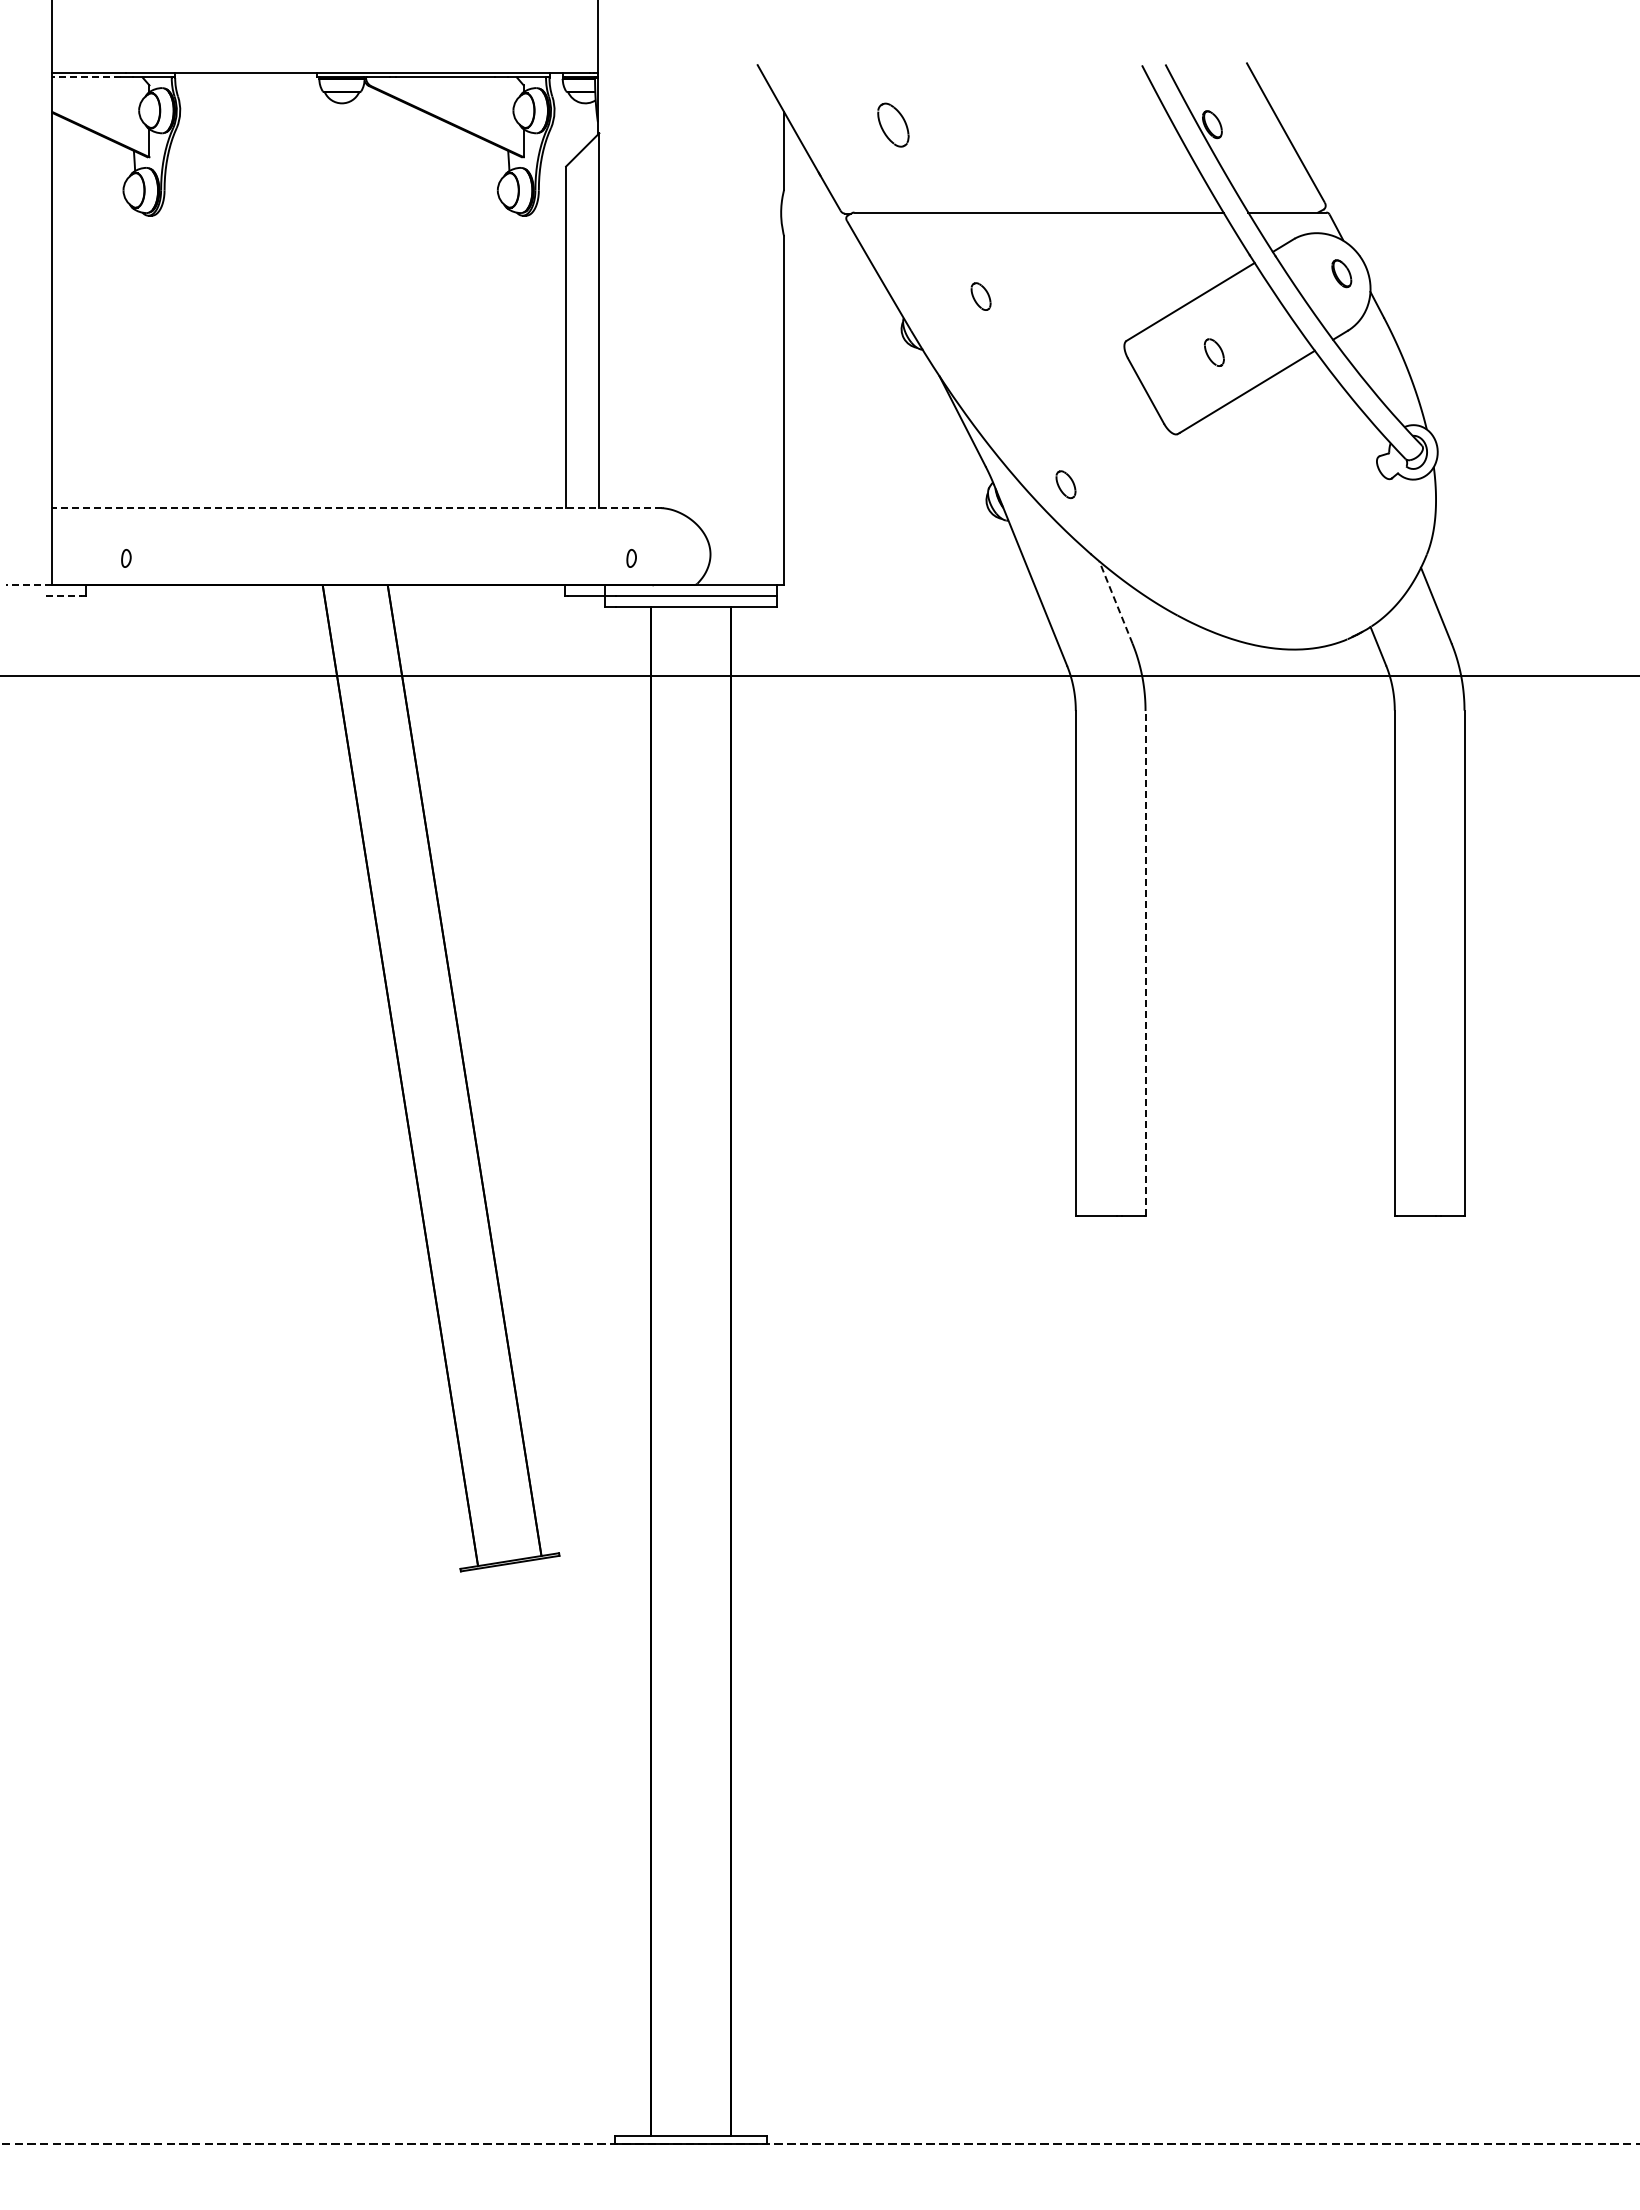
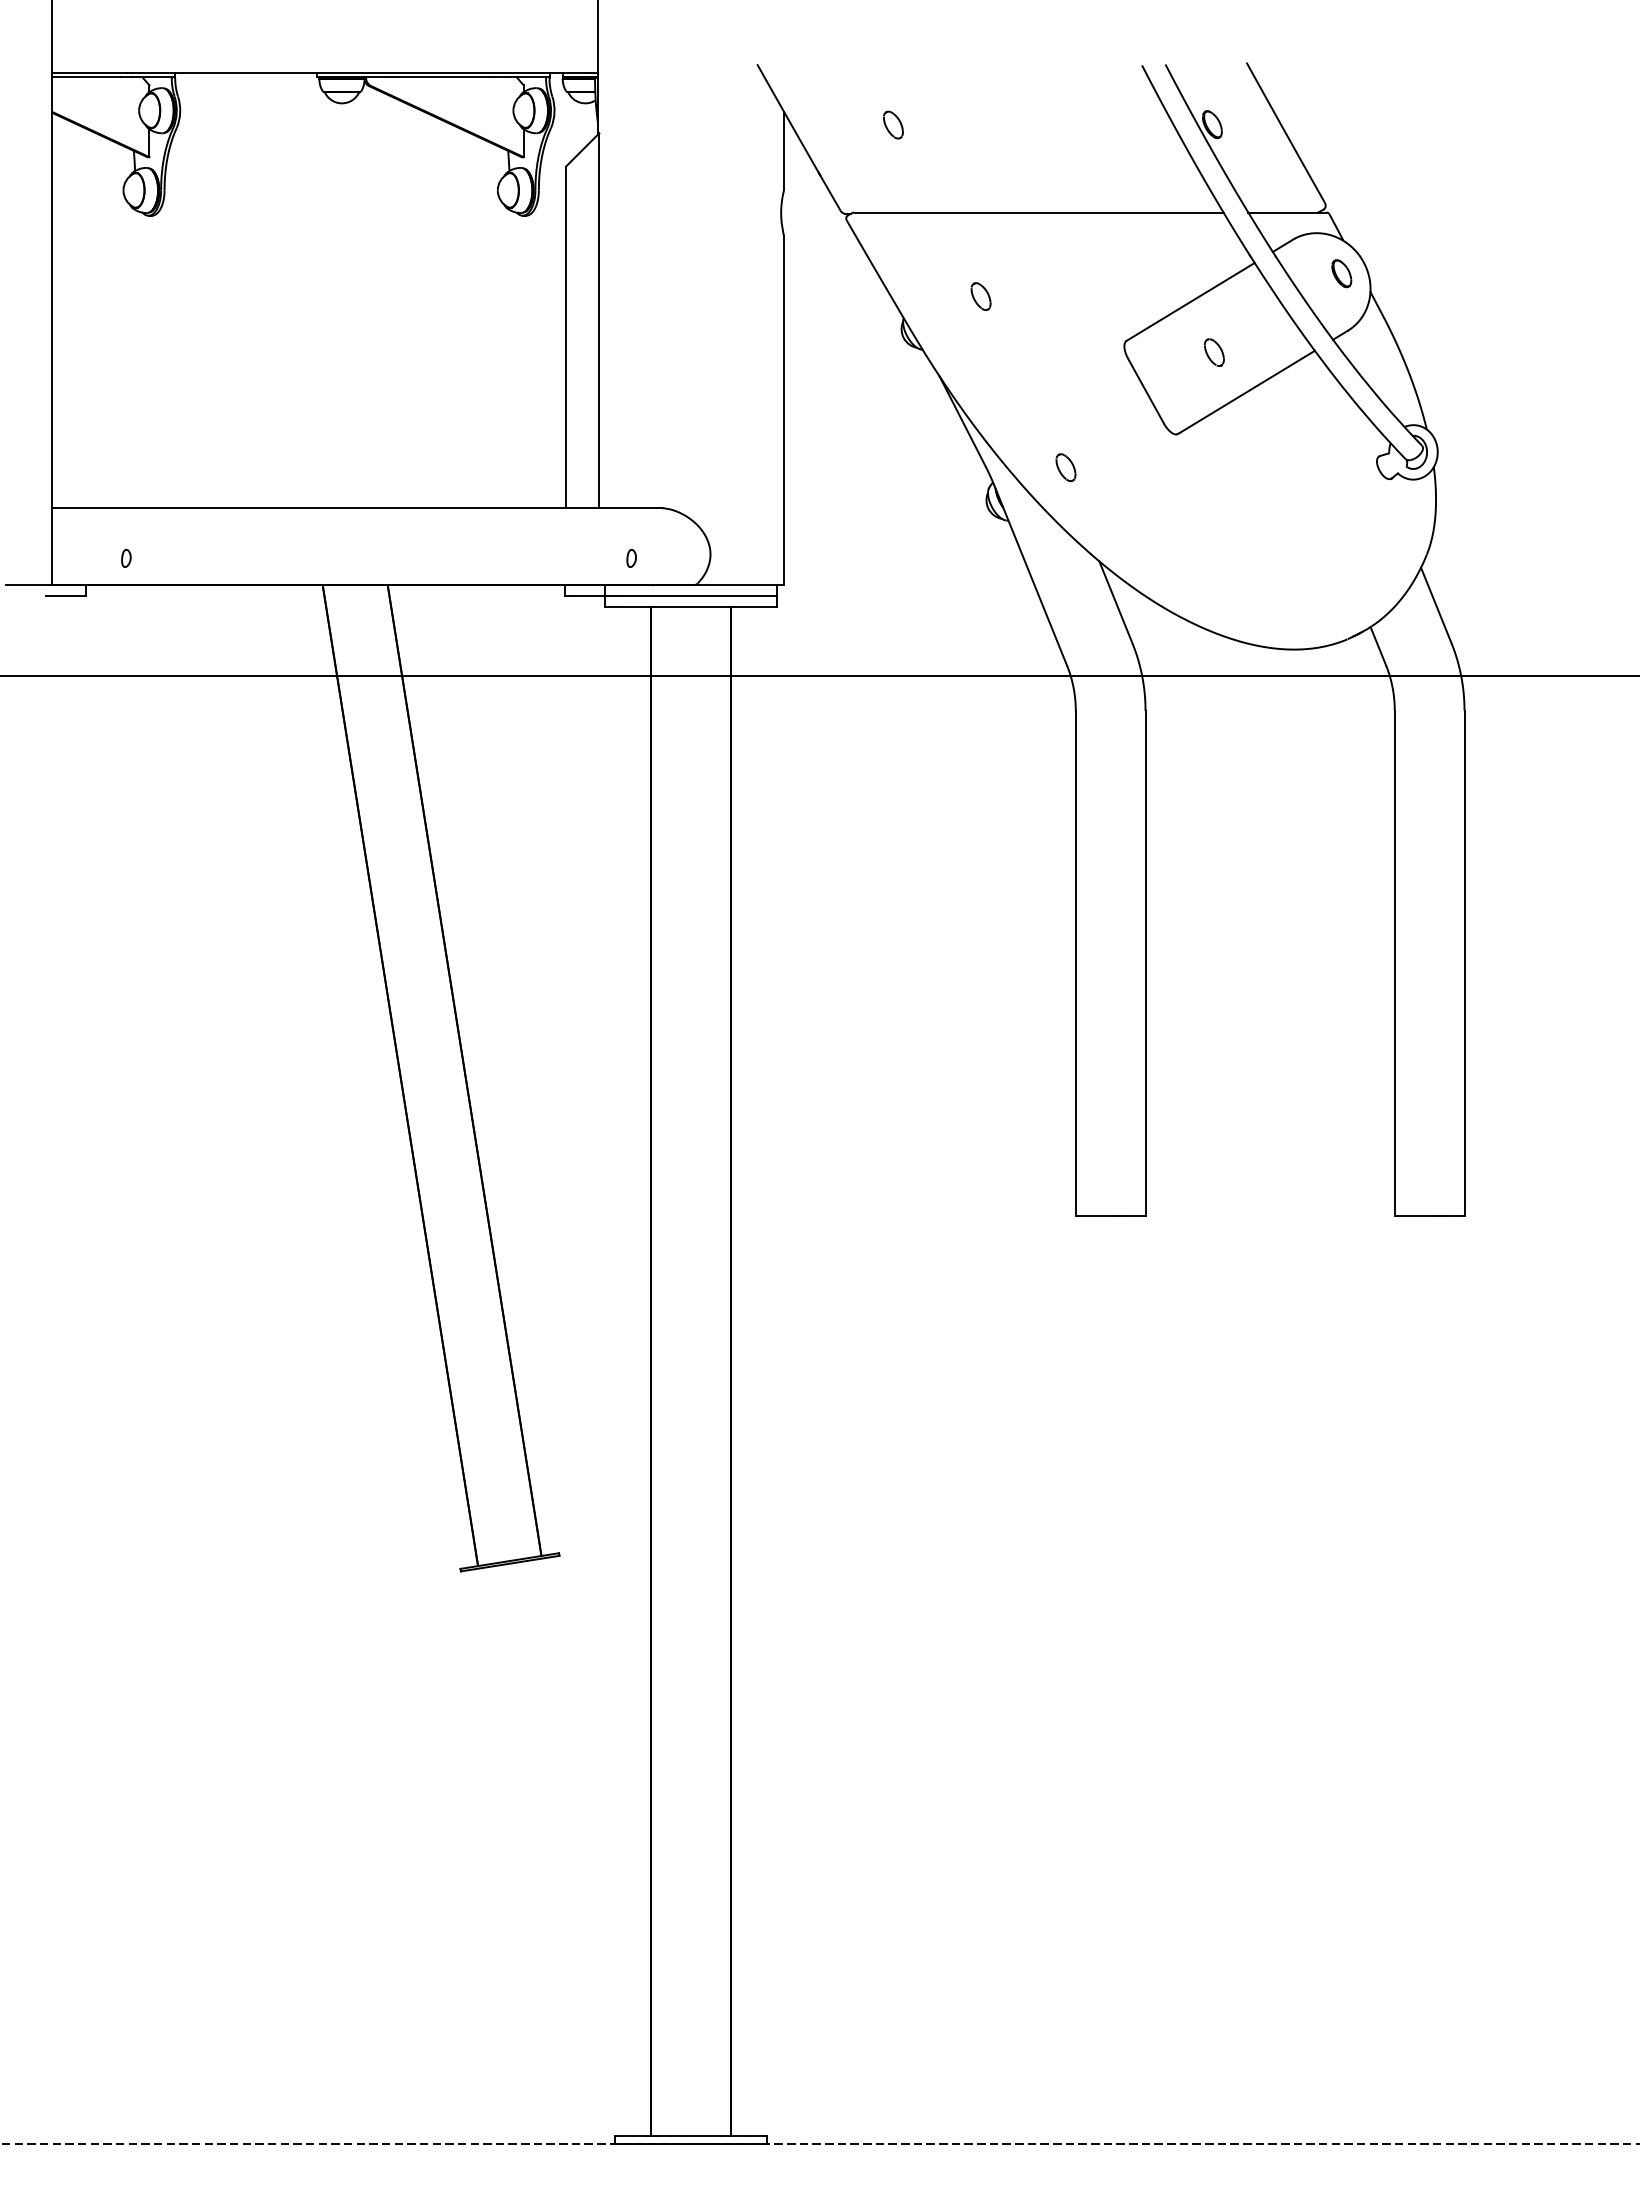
line at (86, 77): dashed -> solid
part at (893, 124) size: 33x46 px -> 21x30 px
part at (1065, 484) position: (1065, 484) -> (1065, 467)
line at (357, 508): dashed -> solid
line at (28, 585): dashed -> solid
line at (64, 596): dashed -> solid
line at (1115, 602): dashed -> solid
line at (1145, 963): dashed -> solid
